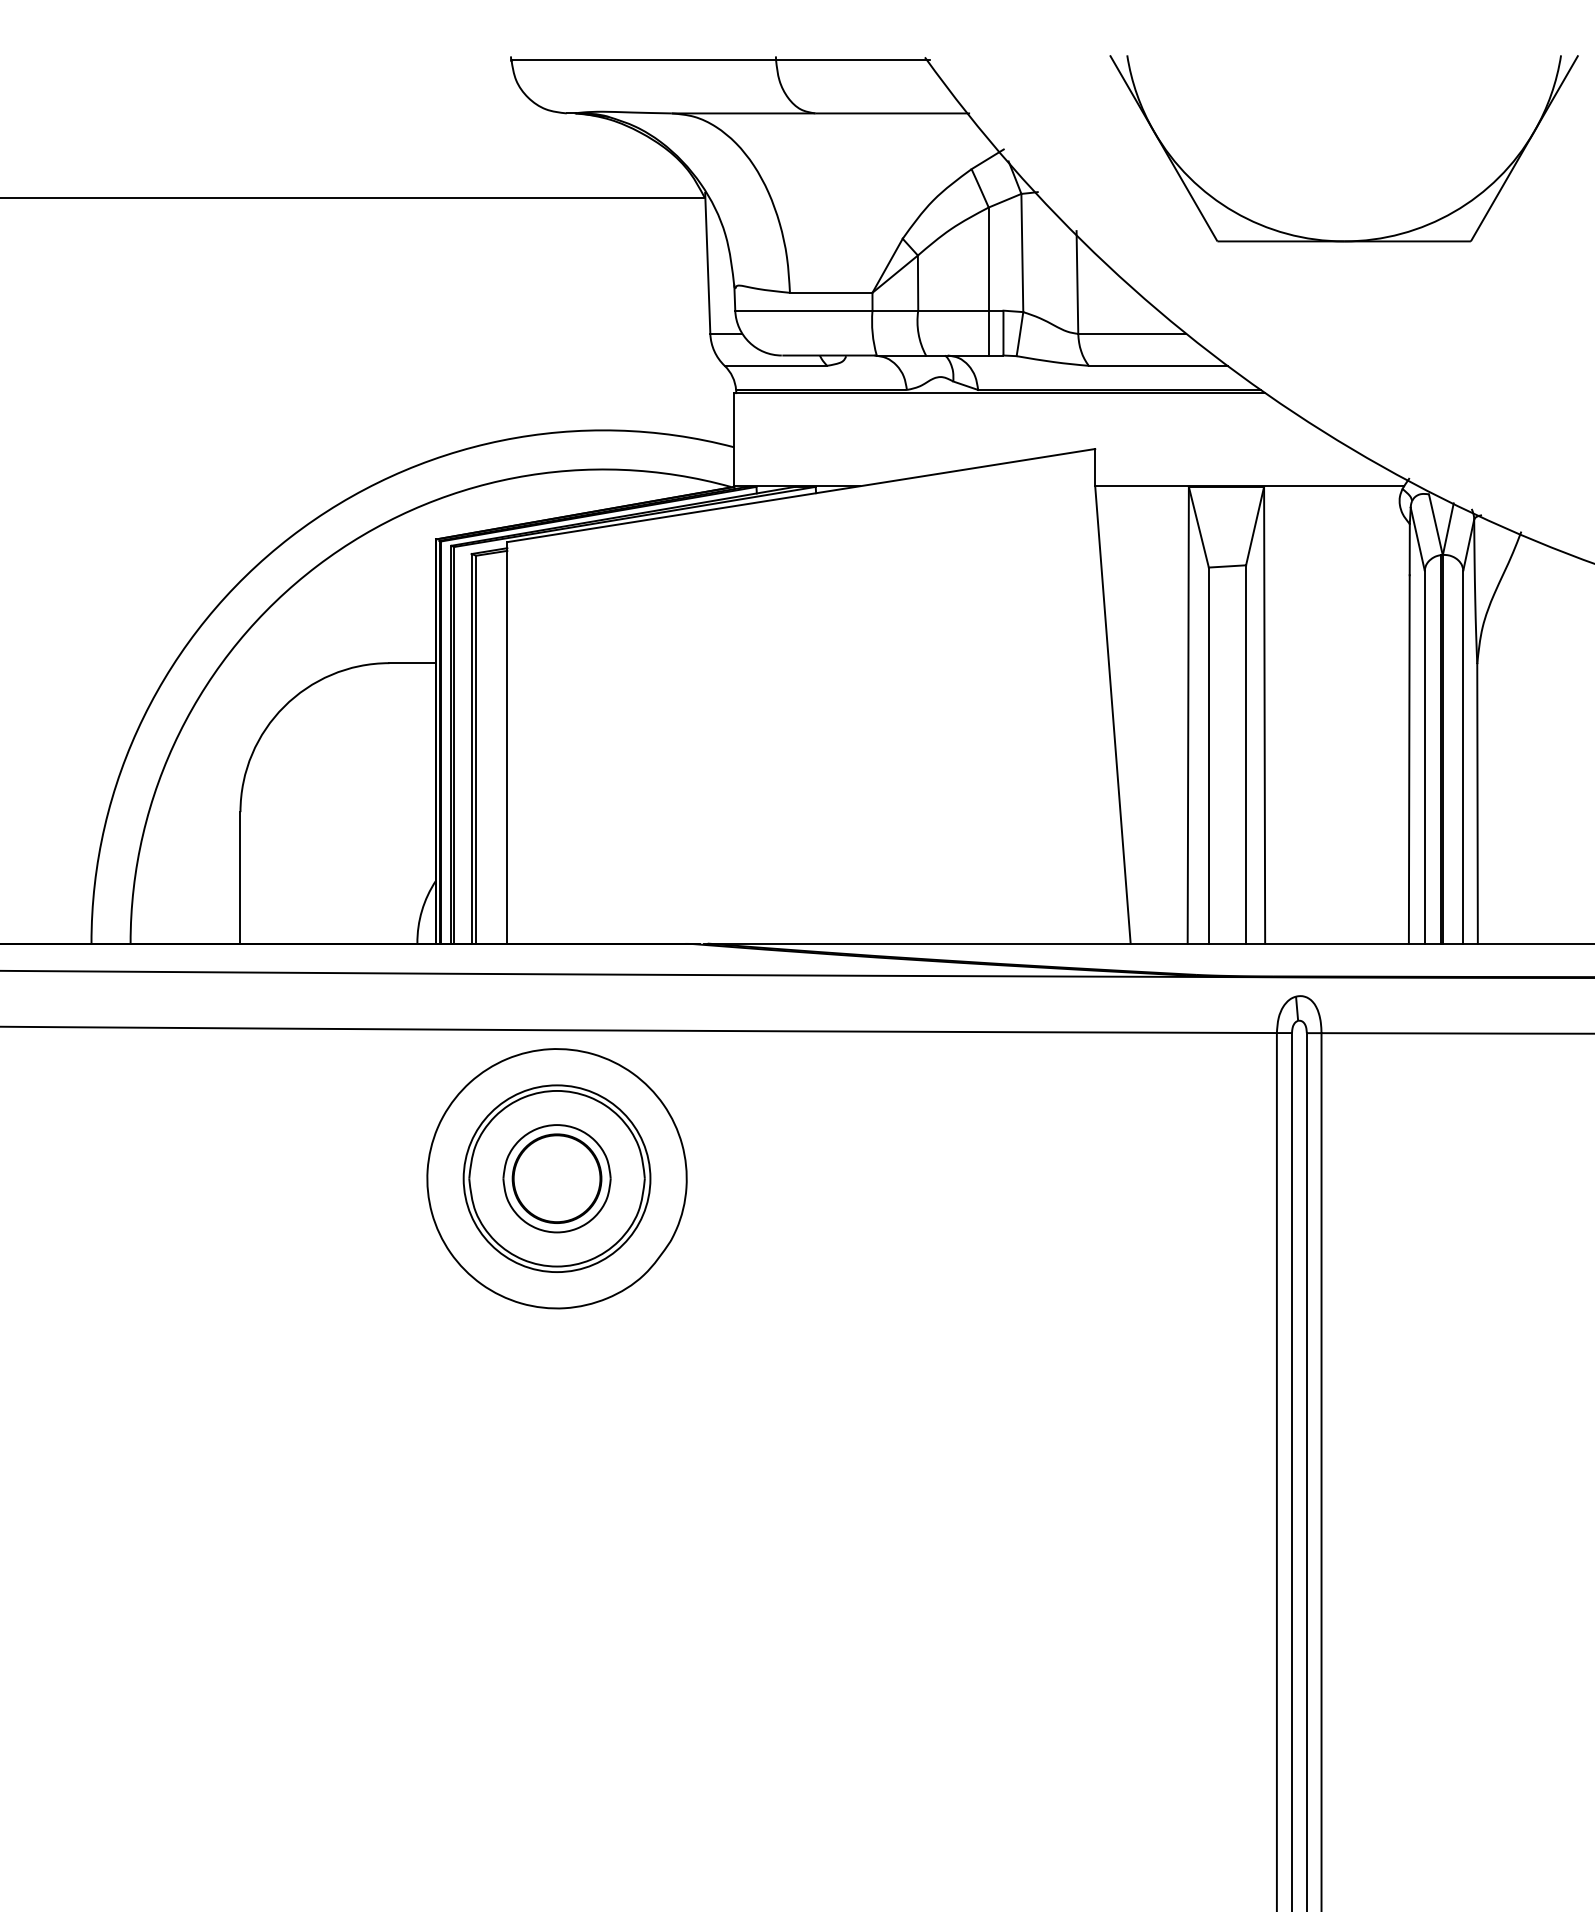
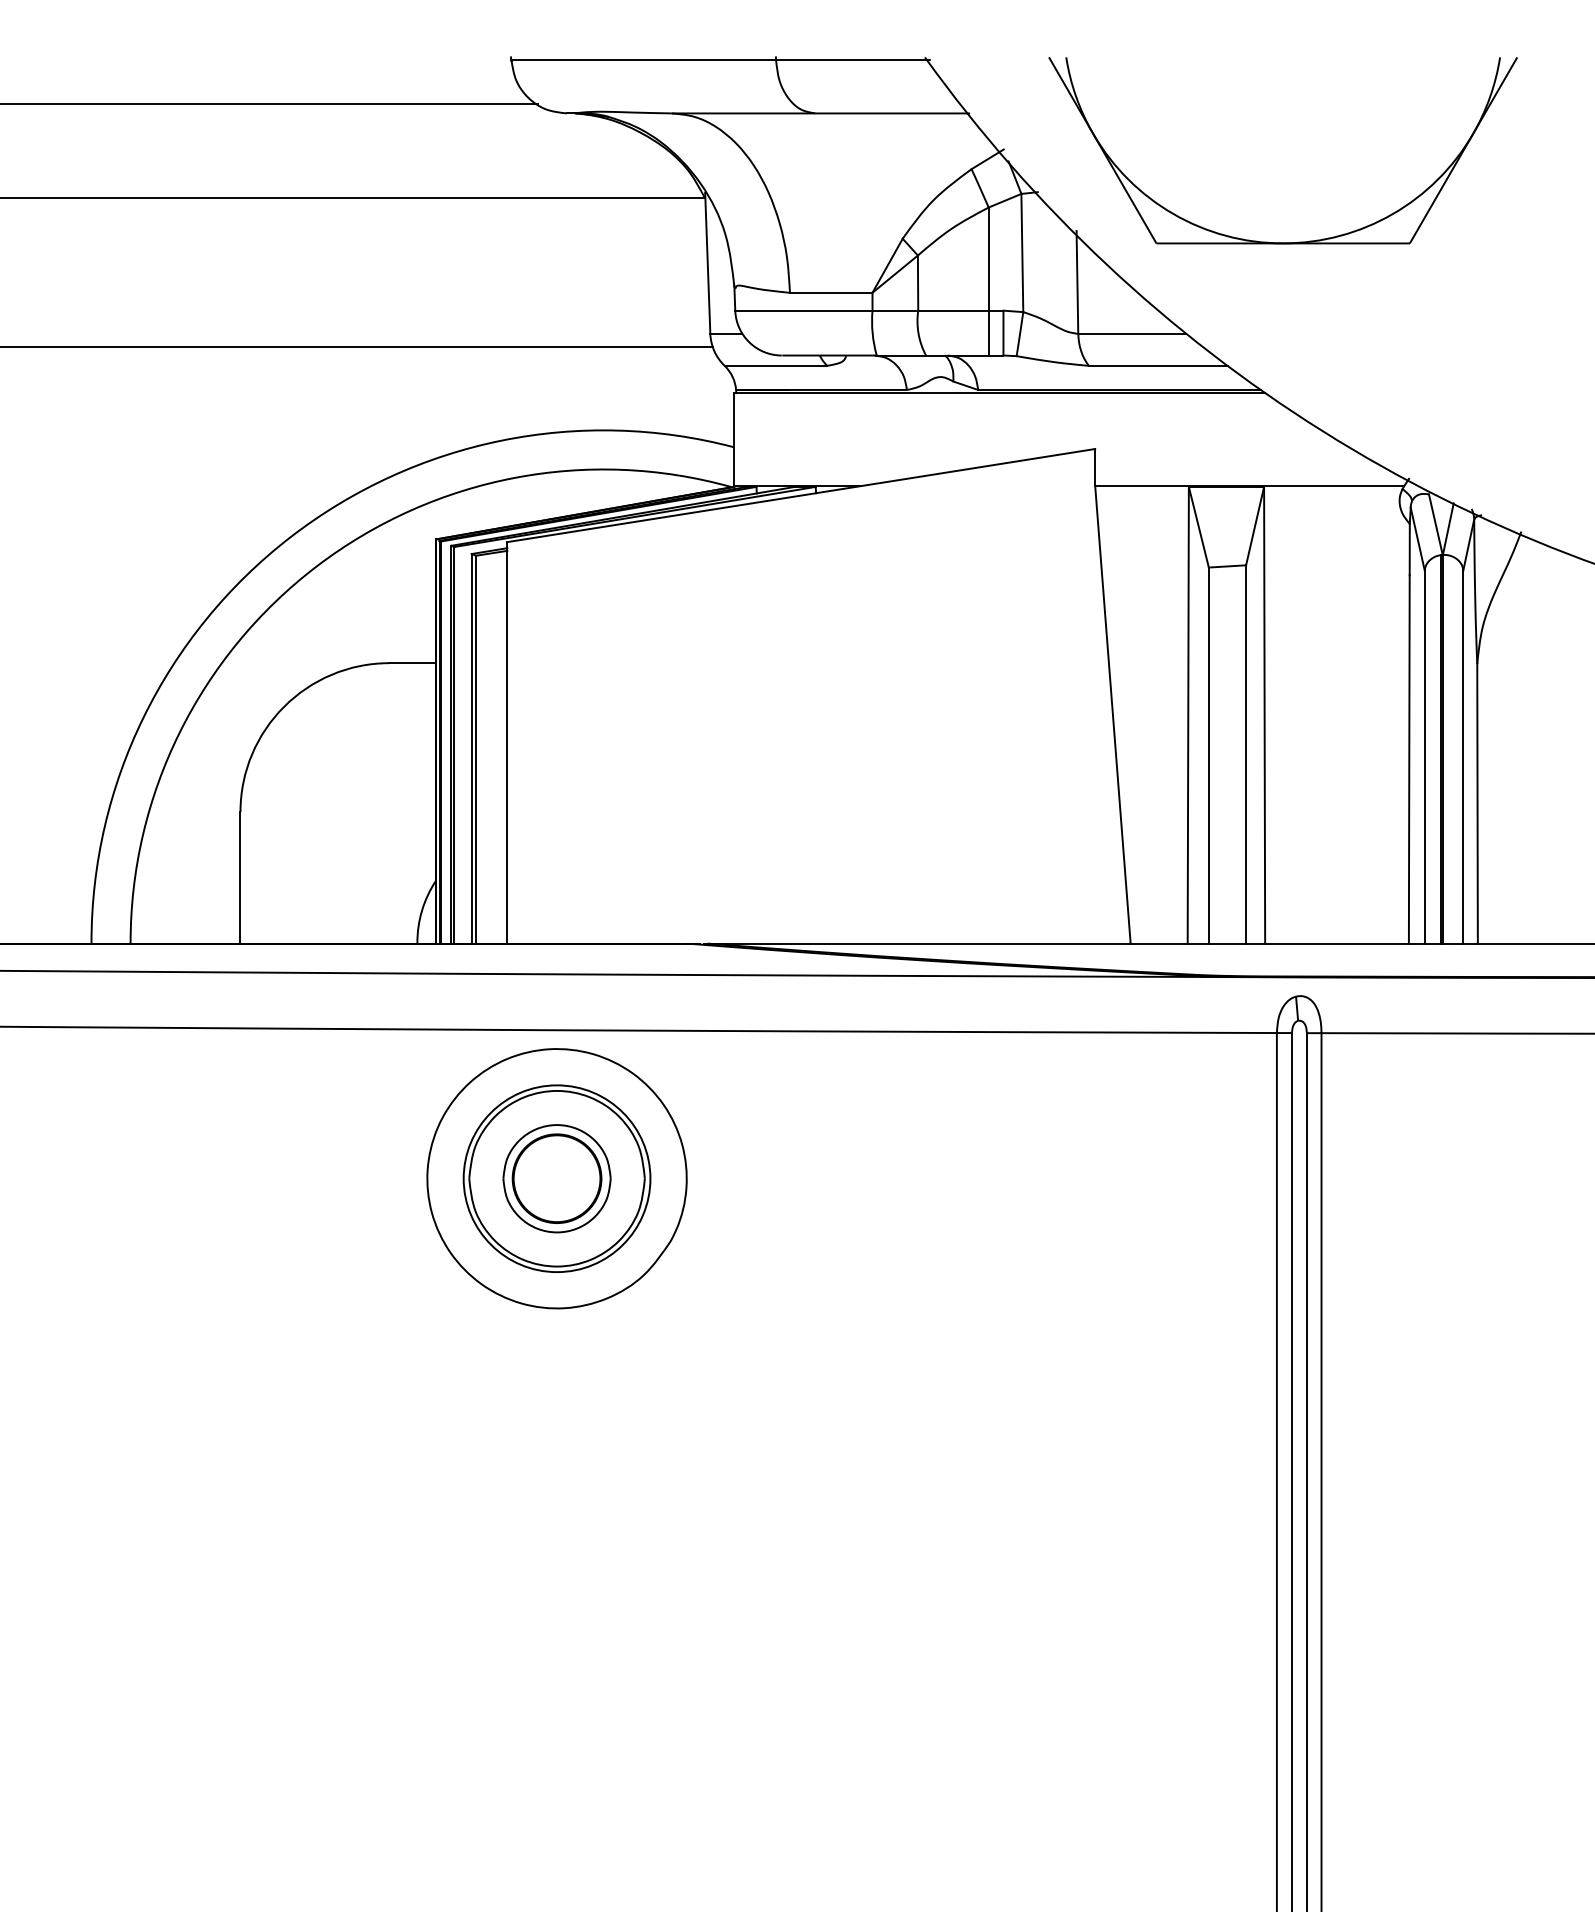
line at (269, 104): none -> present
part at (1343, 240) position: (1343, 240) -> (1282, 242)
line at (357, 346): none -> present
